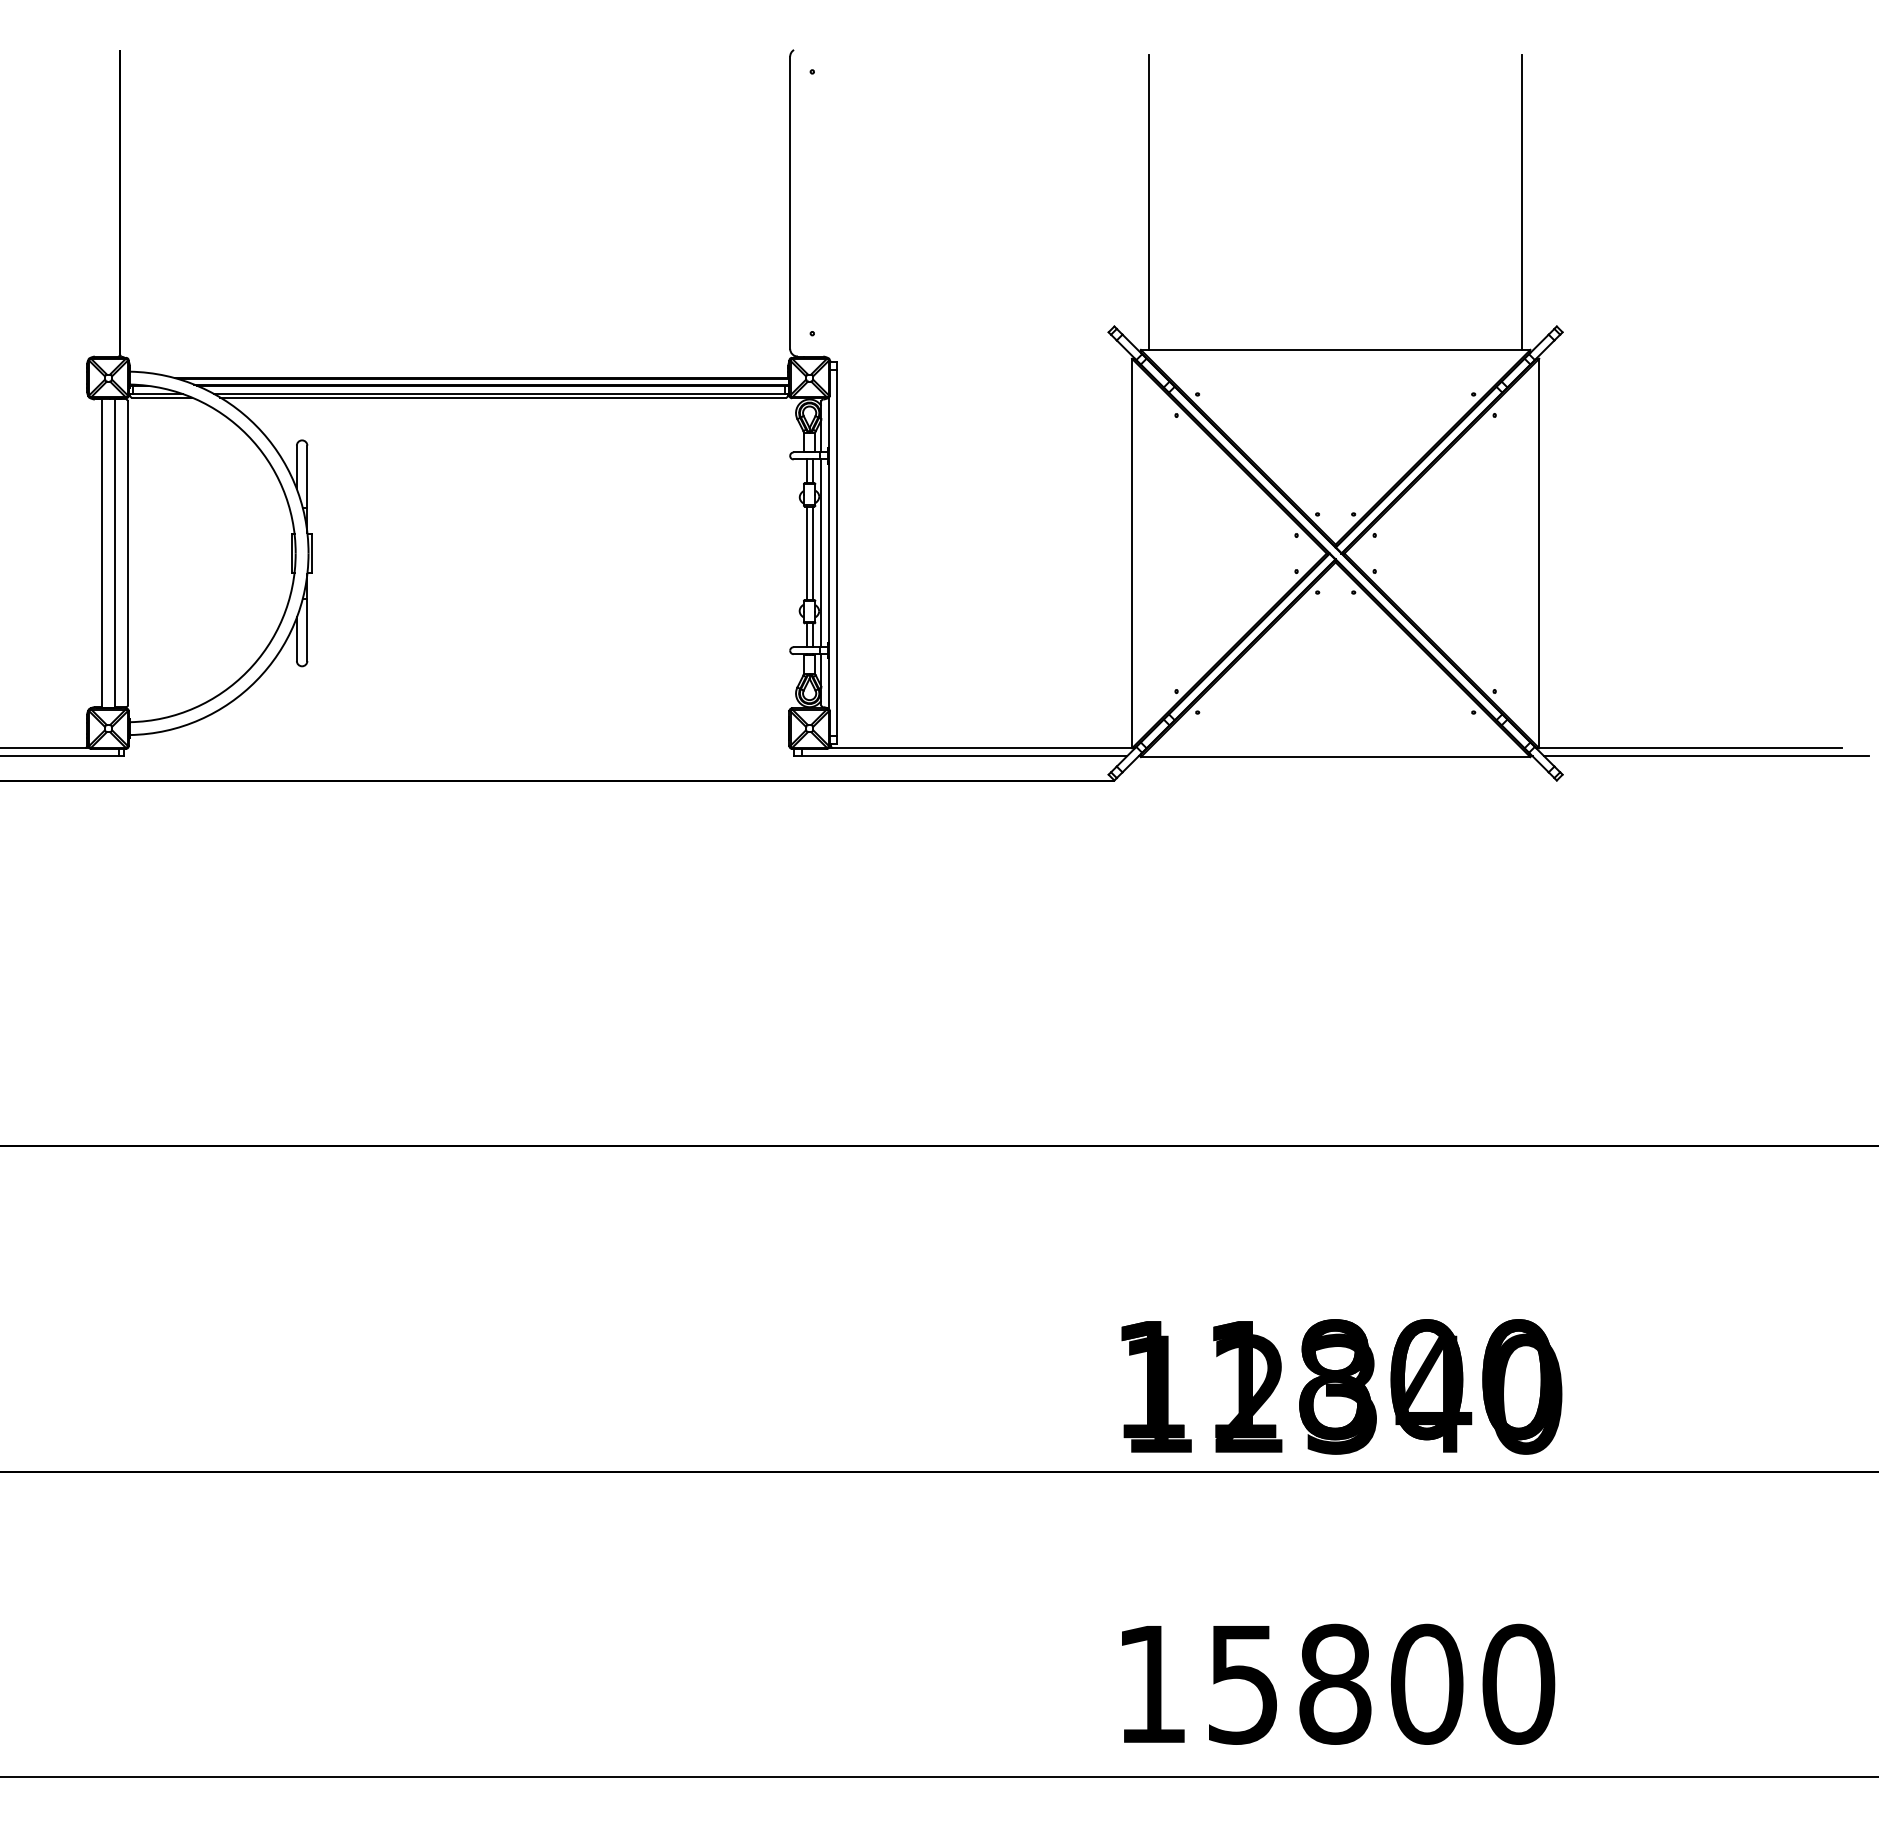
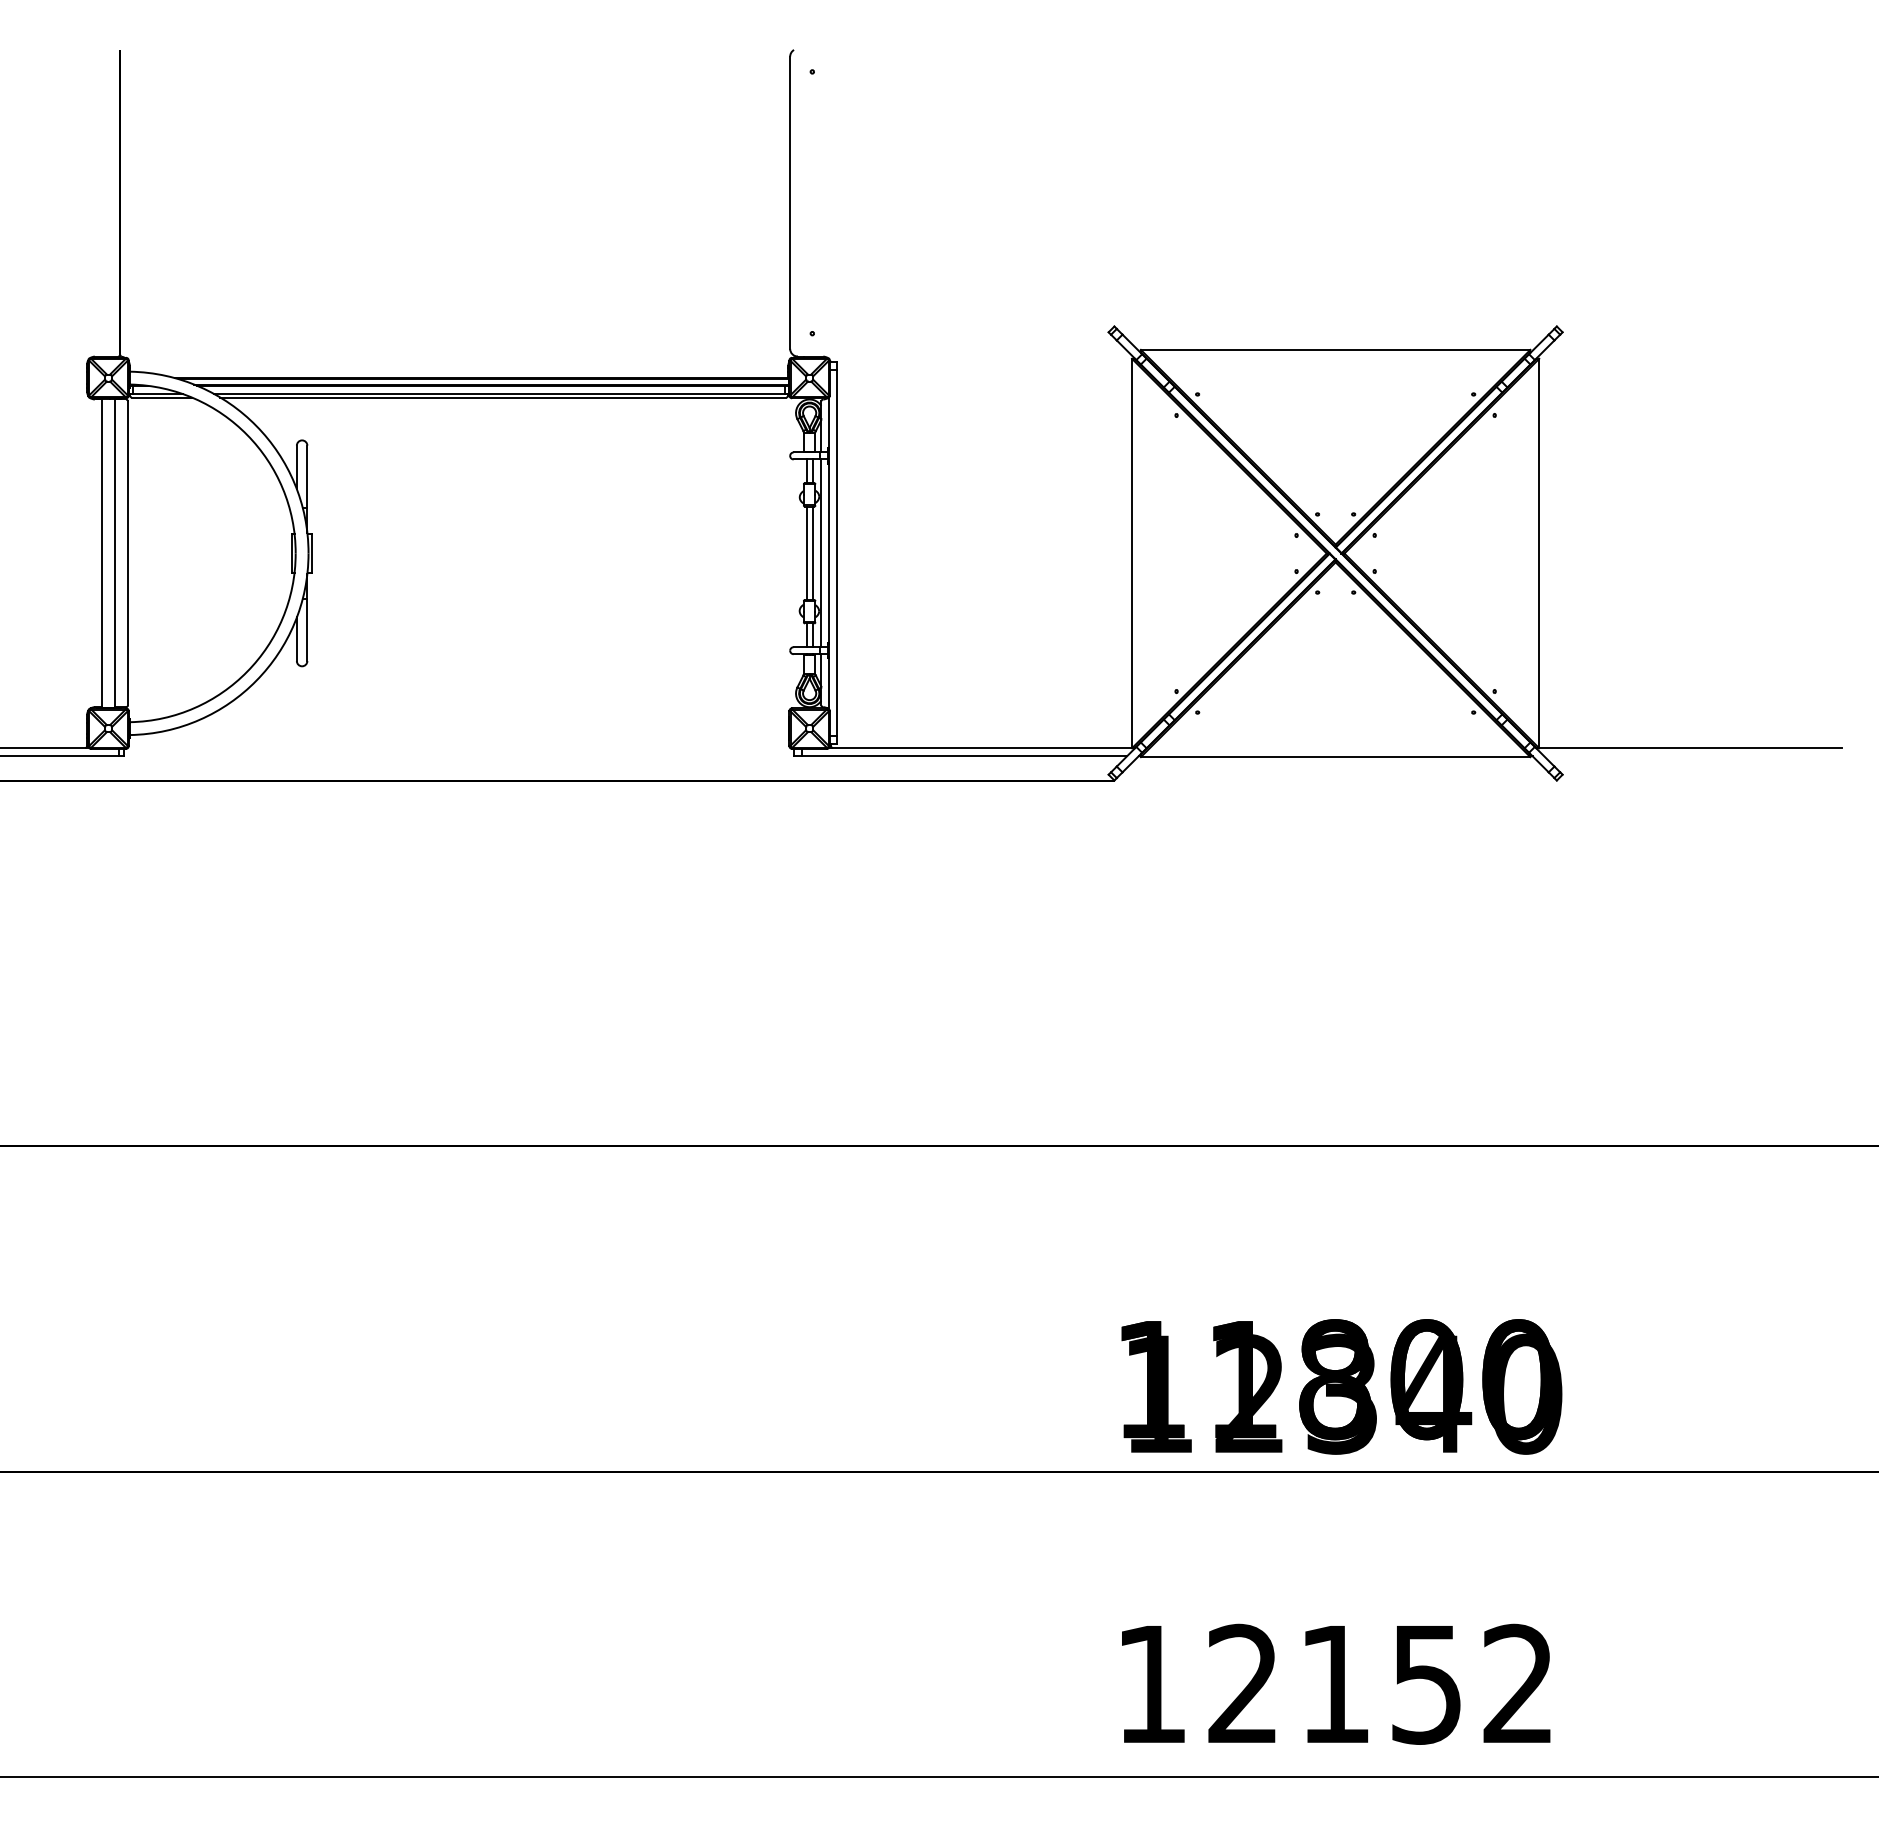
line at (1148, 202): present -> none
line at (1522, 202): present -> none
line at (1706, 756): present -> none
text at (1381, 1683): 15800 -> 12152
